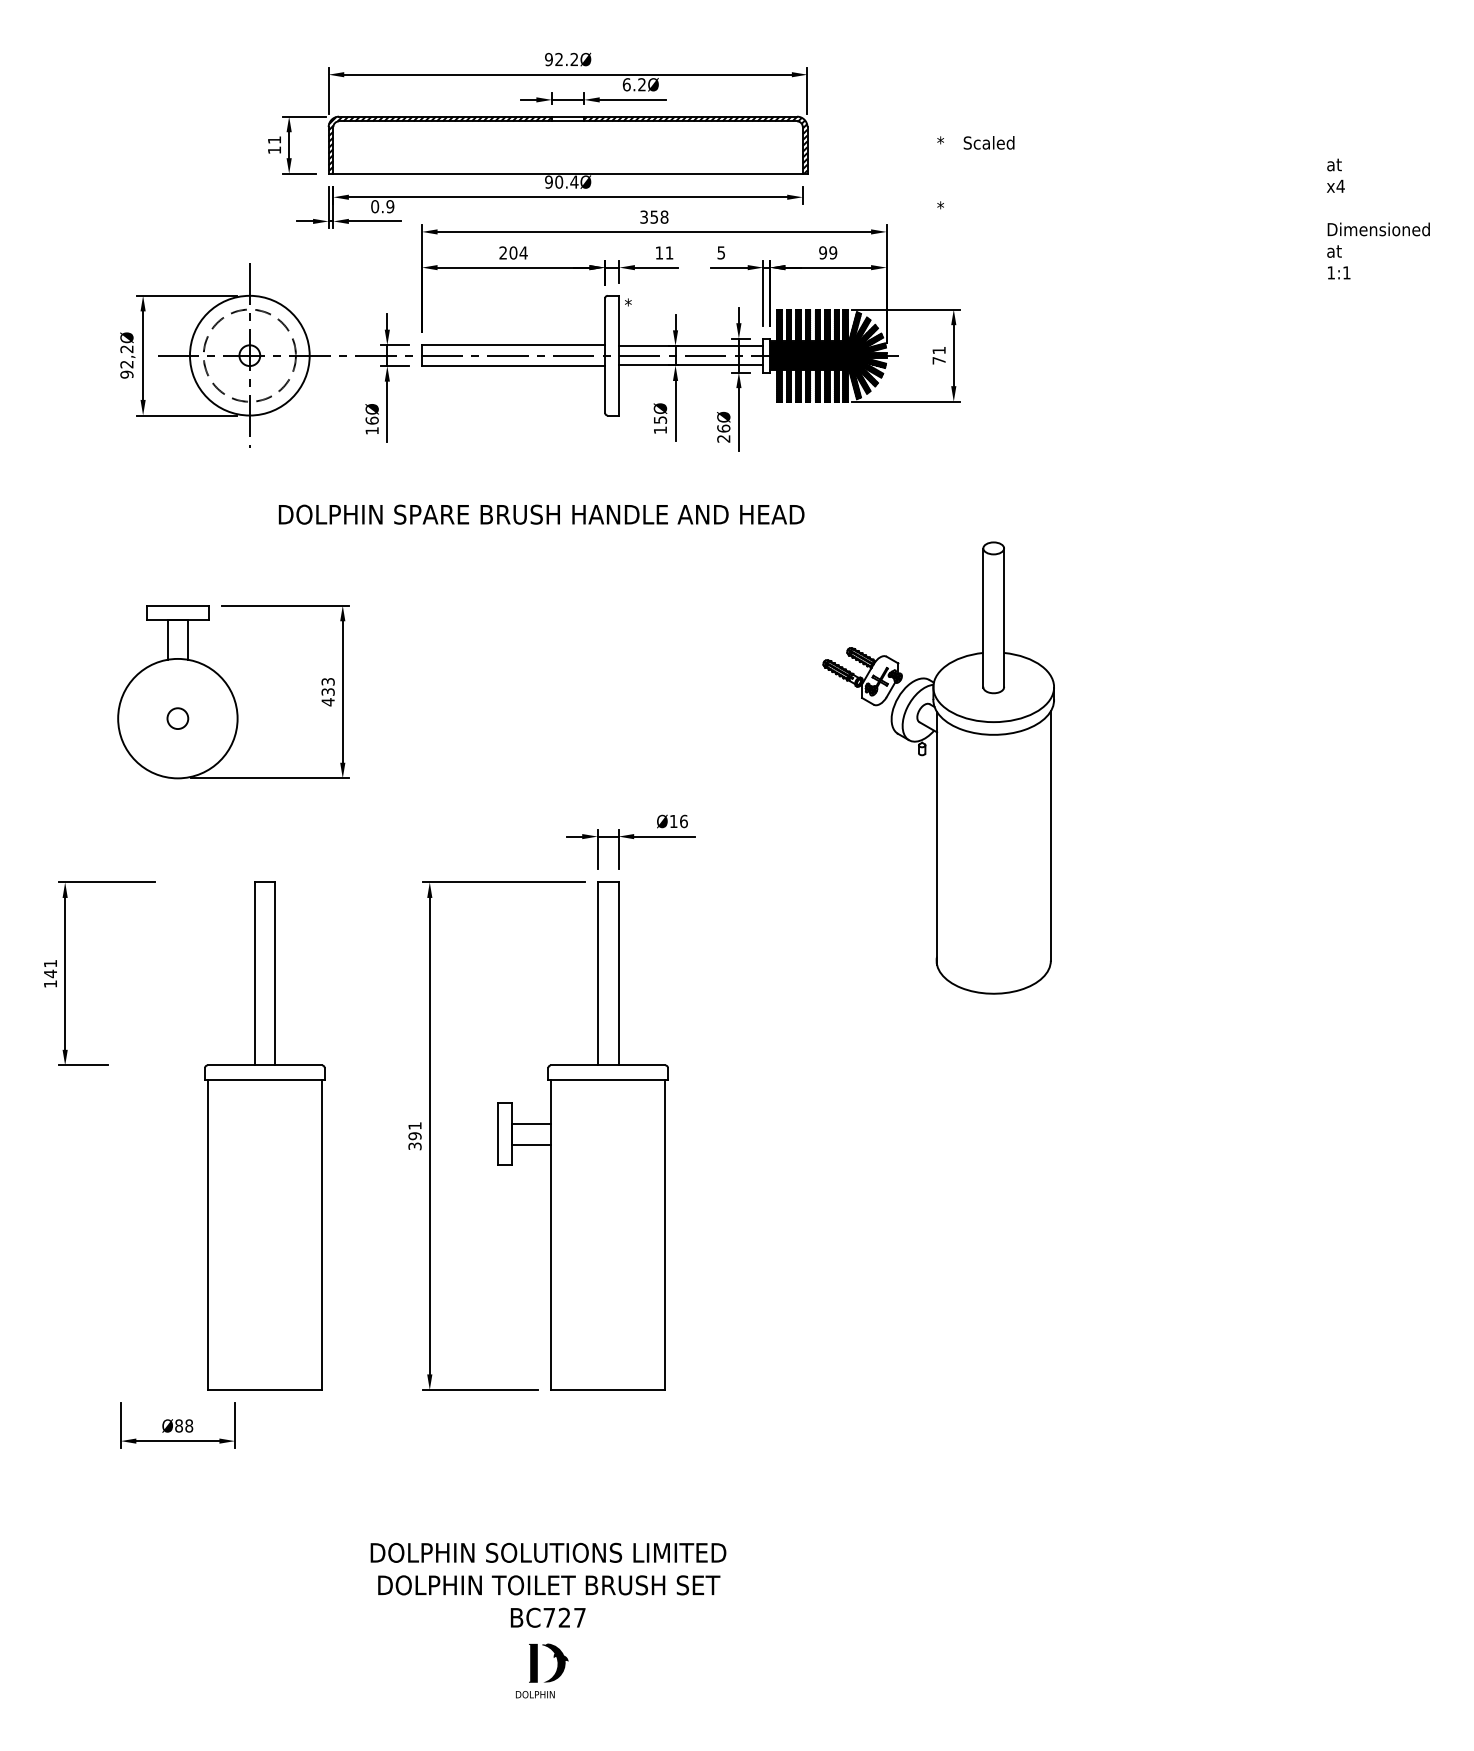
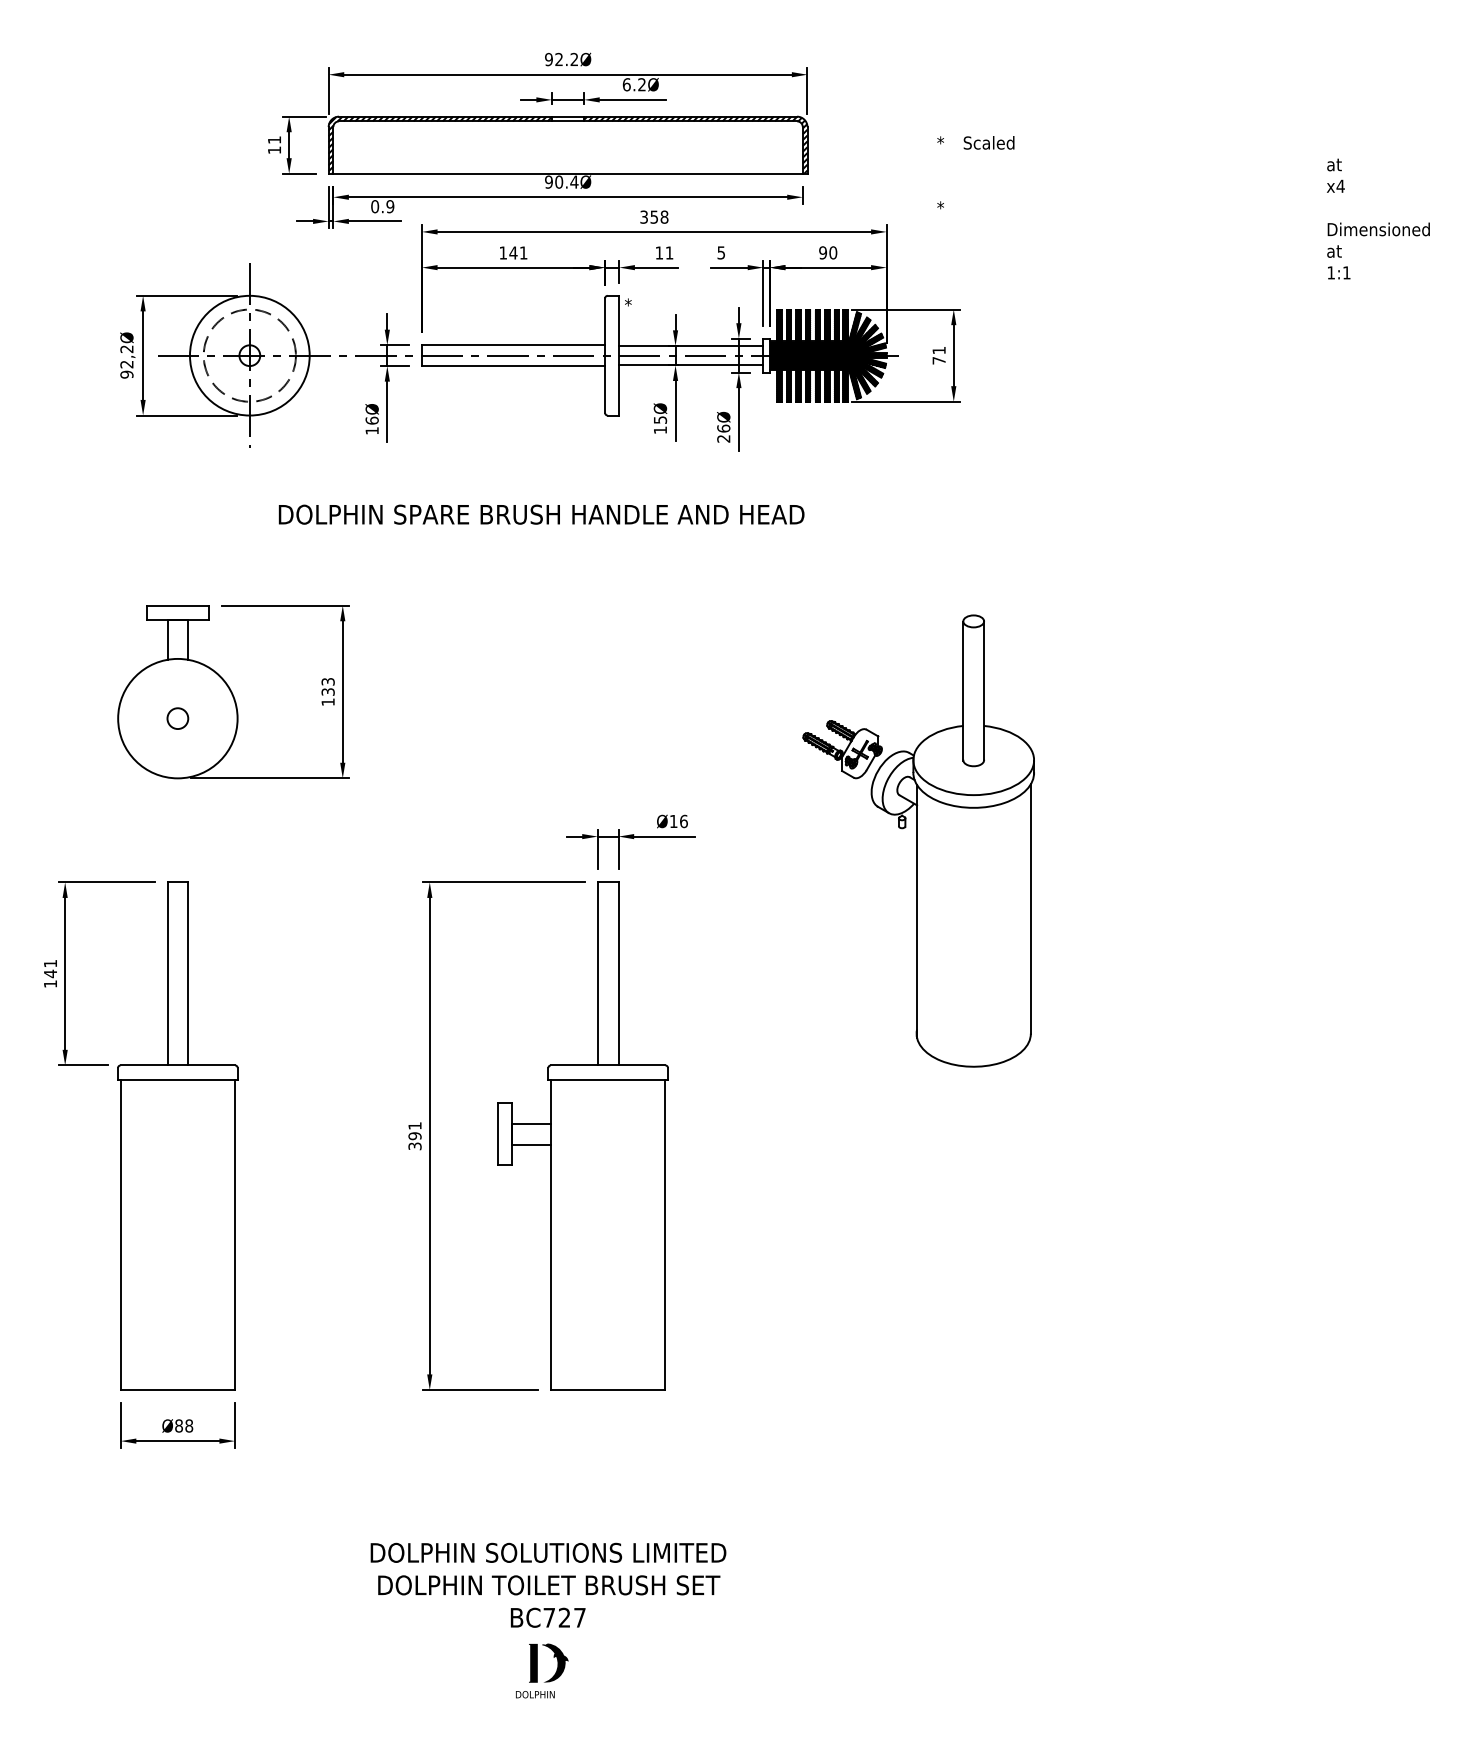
text at (513, 252): 204 -> 141
text at (833, 252): 99 -> 90
text at (327, 702): 433 -> 133
part at (938, 767) position: (938, 767) -> (918, 840)
part at (264, 1135) position: (264, 1135) -> (177, 1135)
